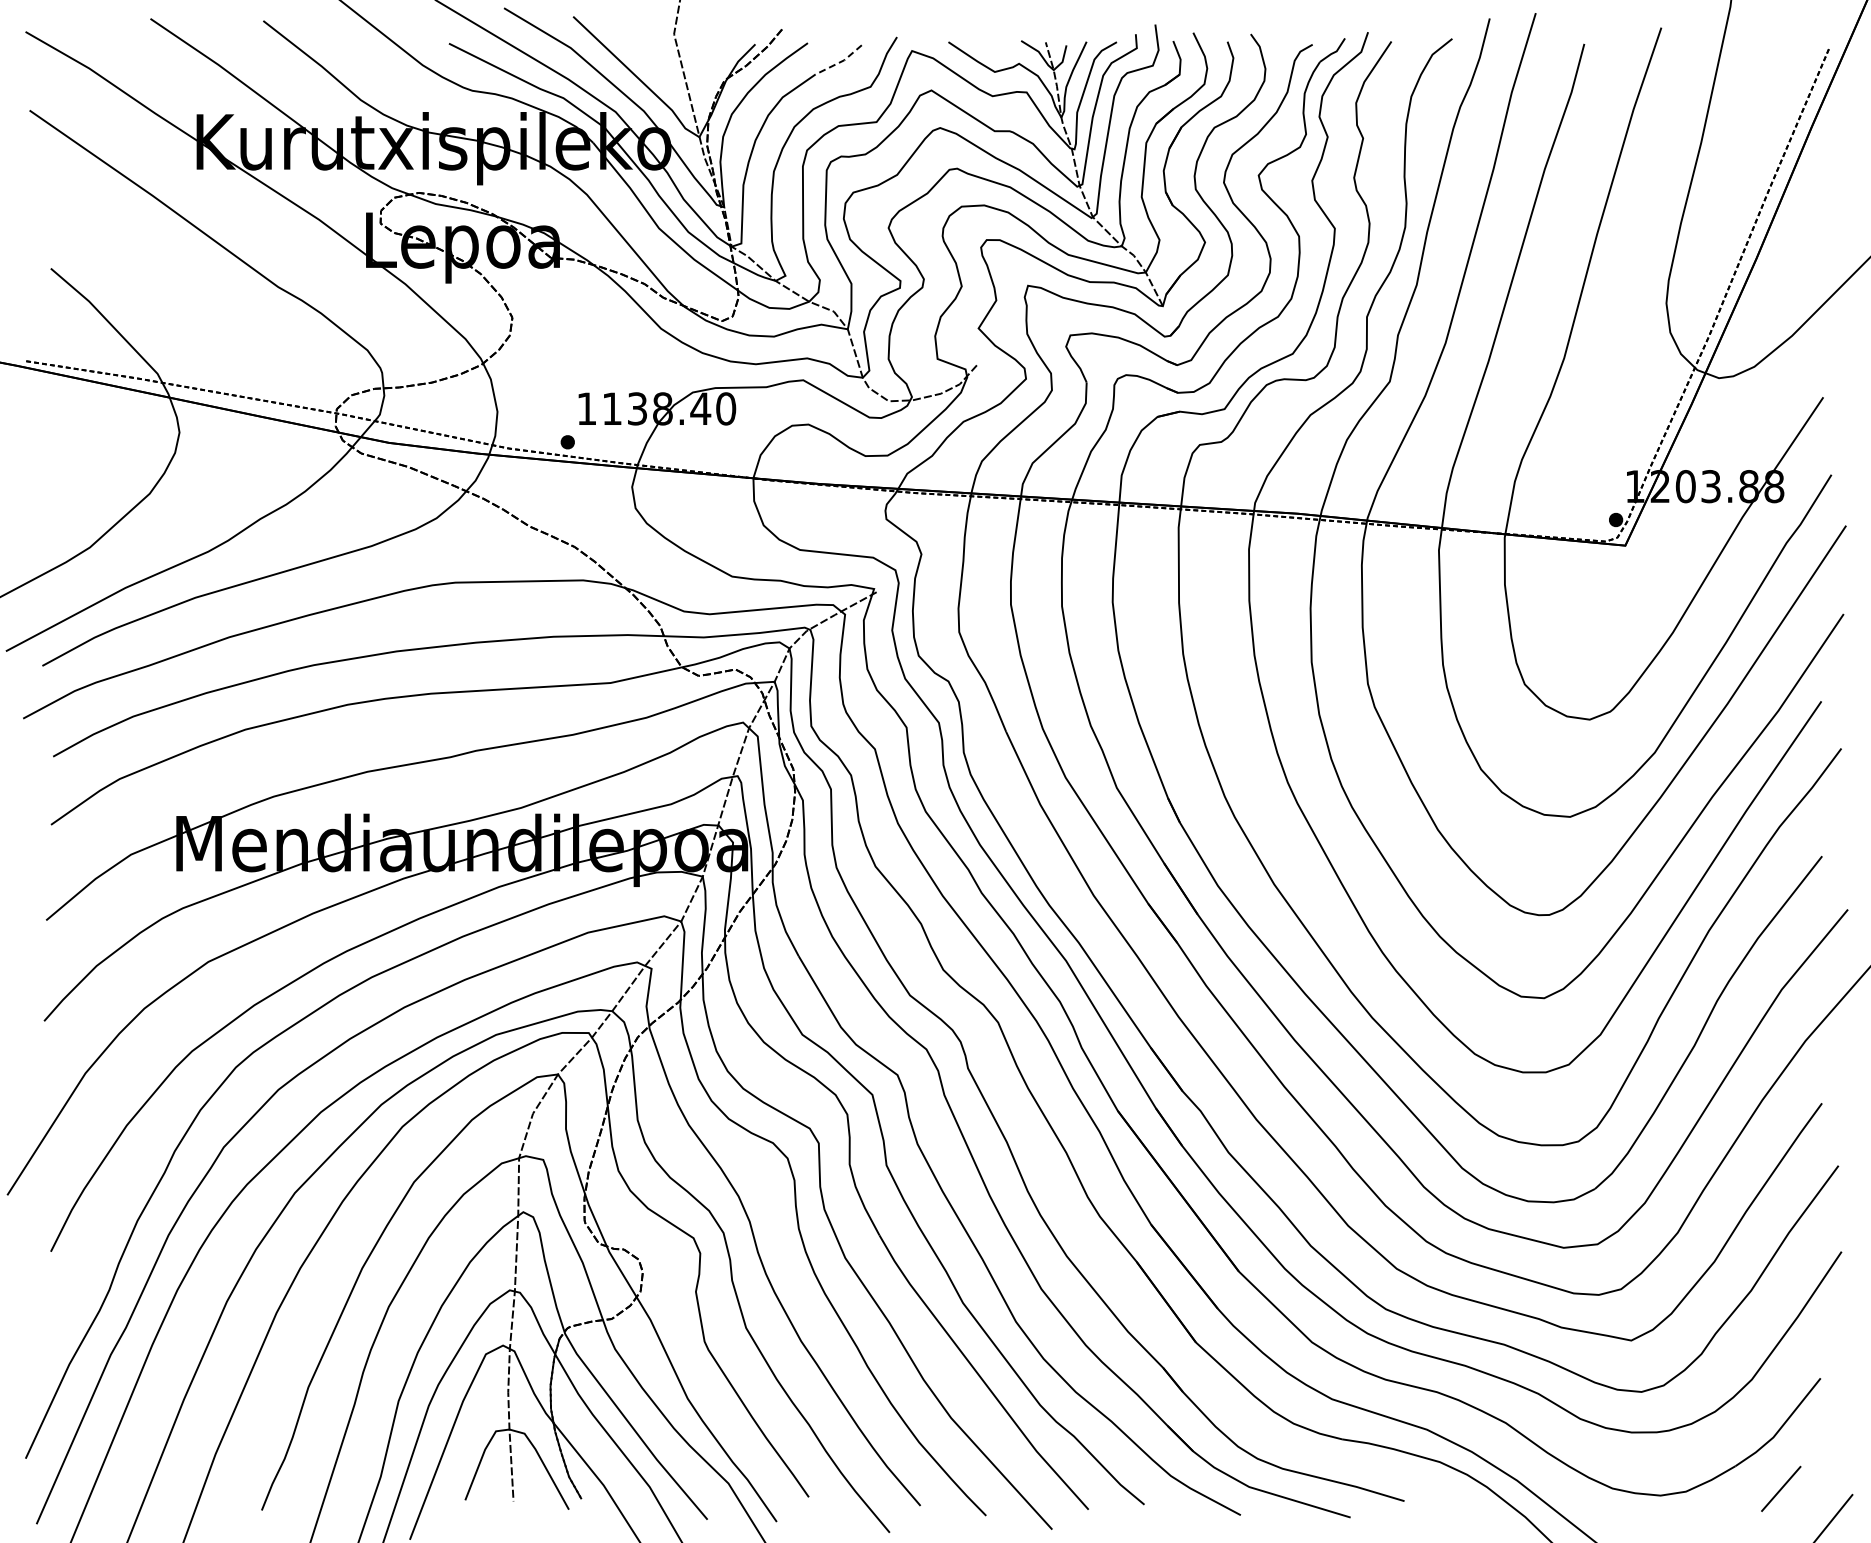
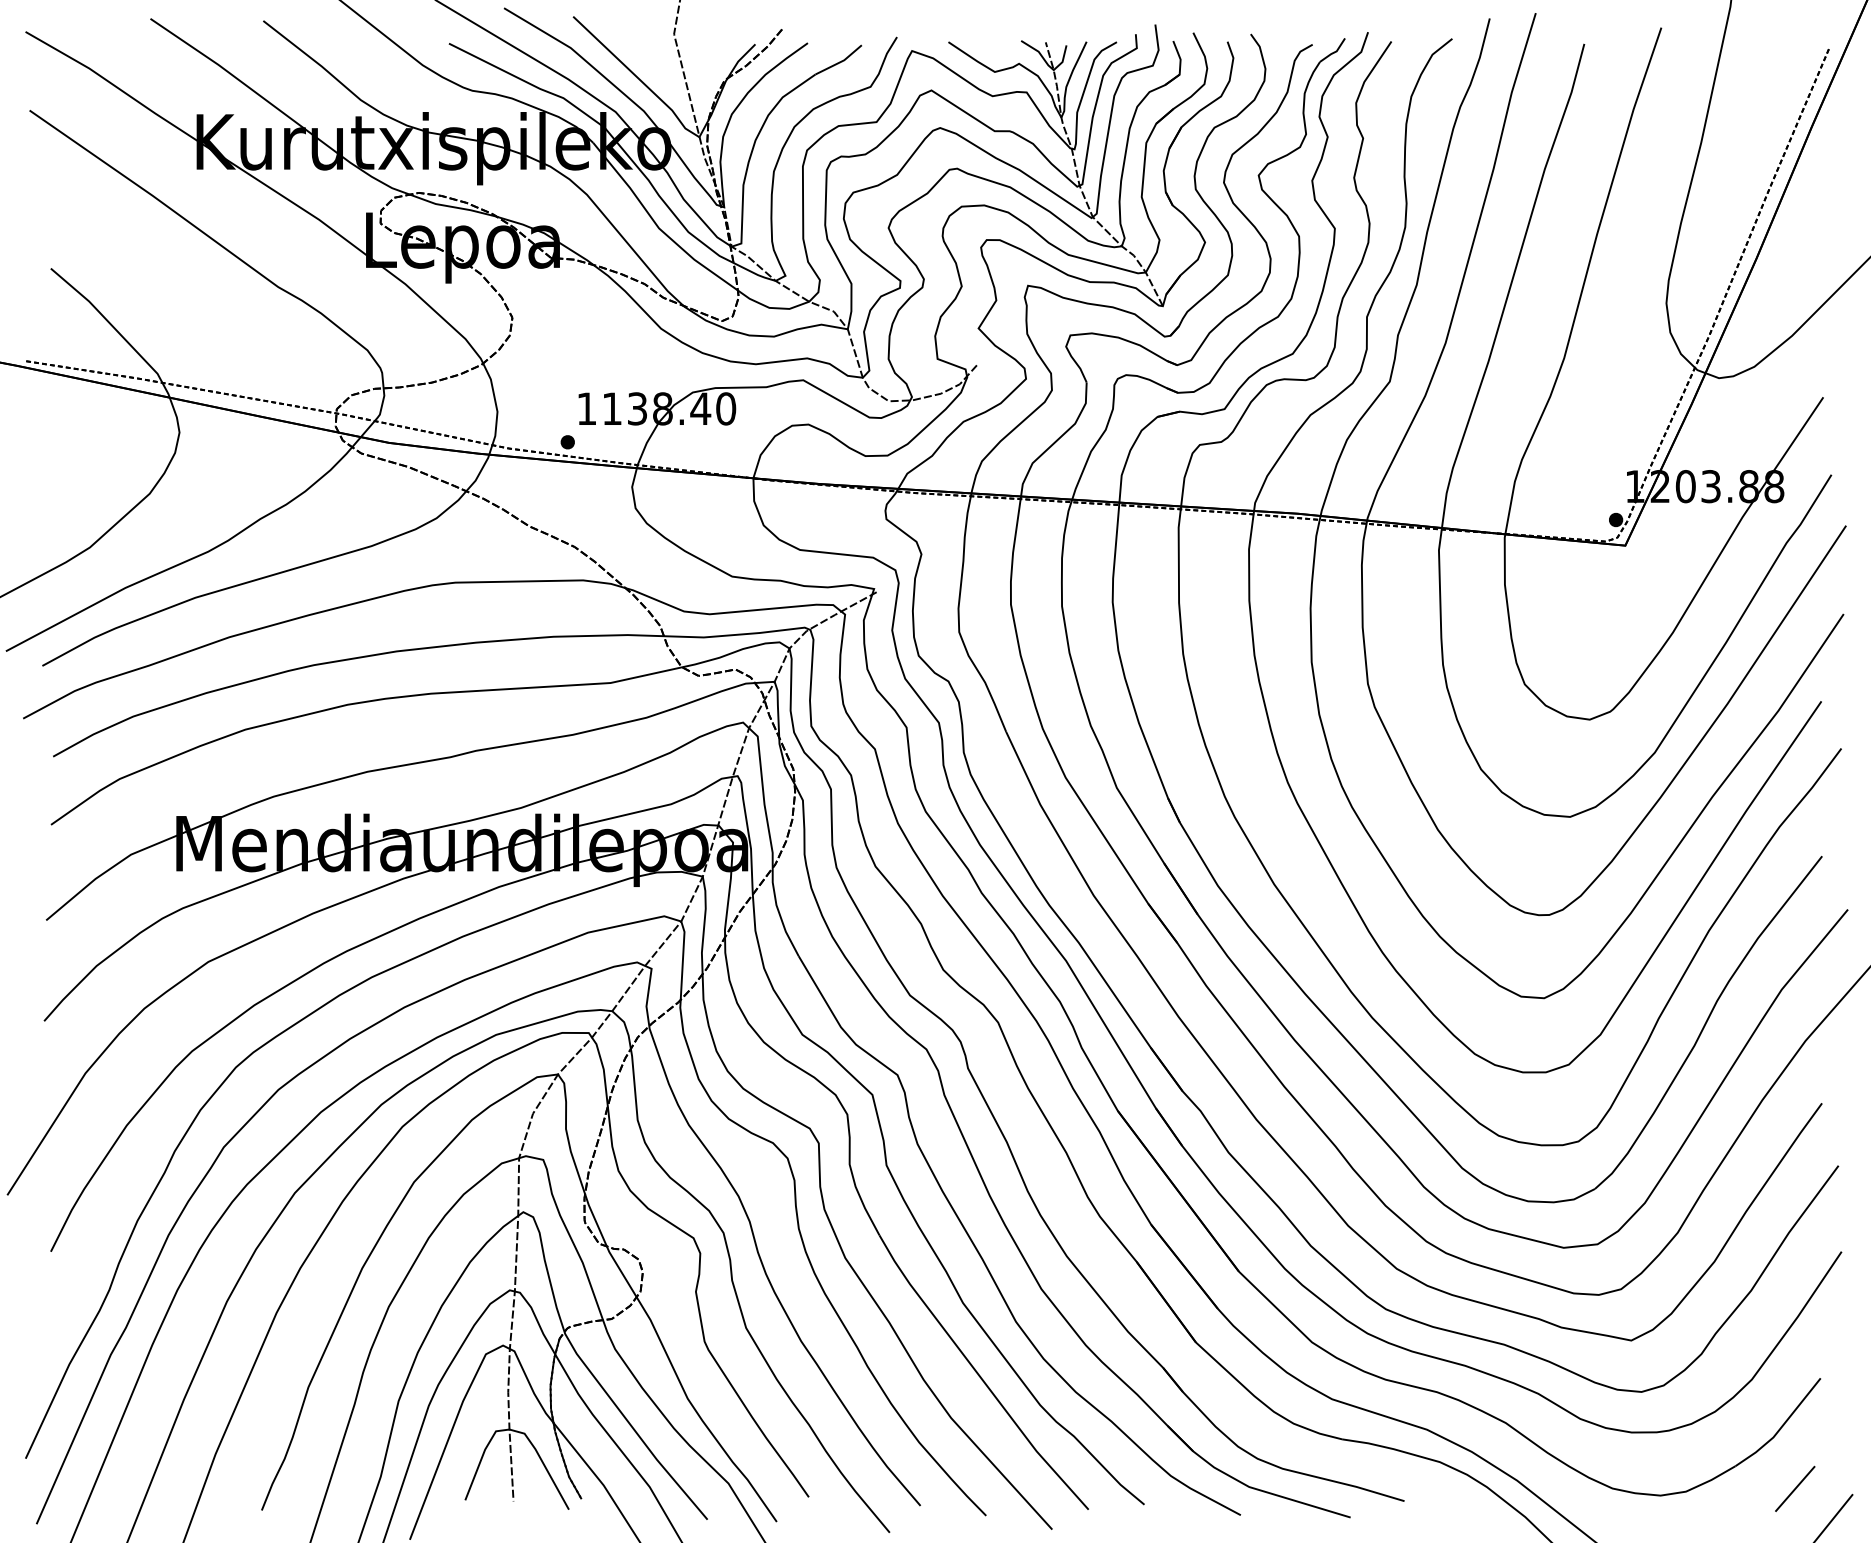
line at (840, 61): dashed -> solid
line at (1781, 1488) position: (1781, 1488) -> (1795, 1488)
